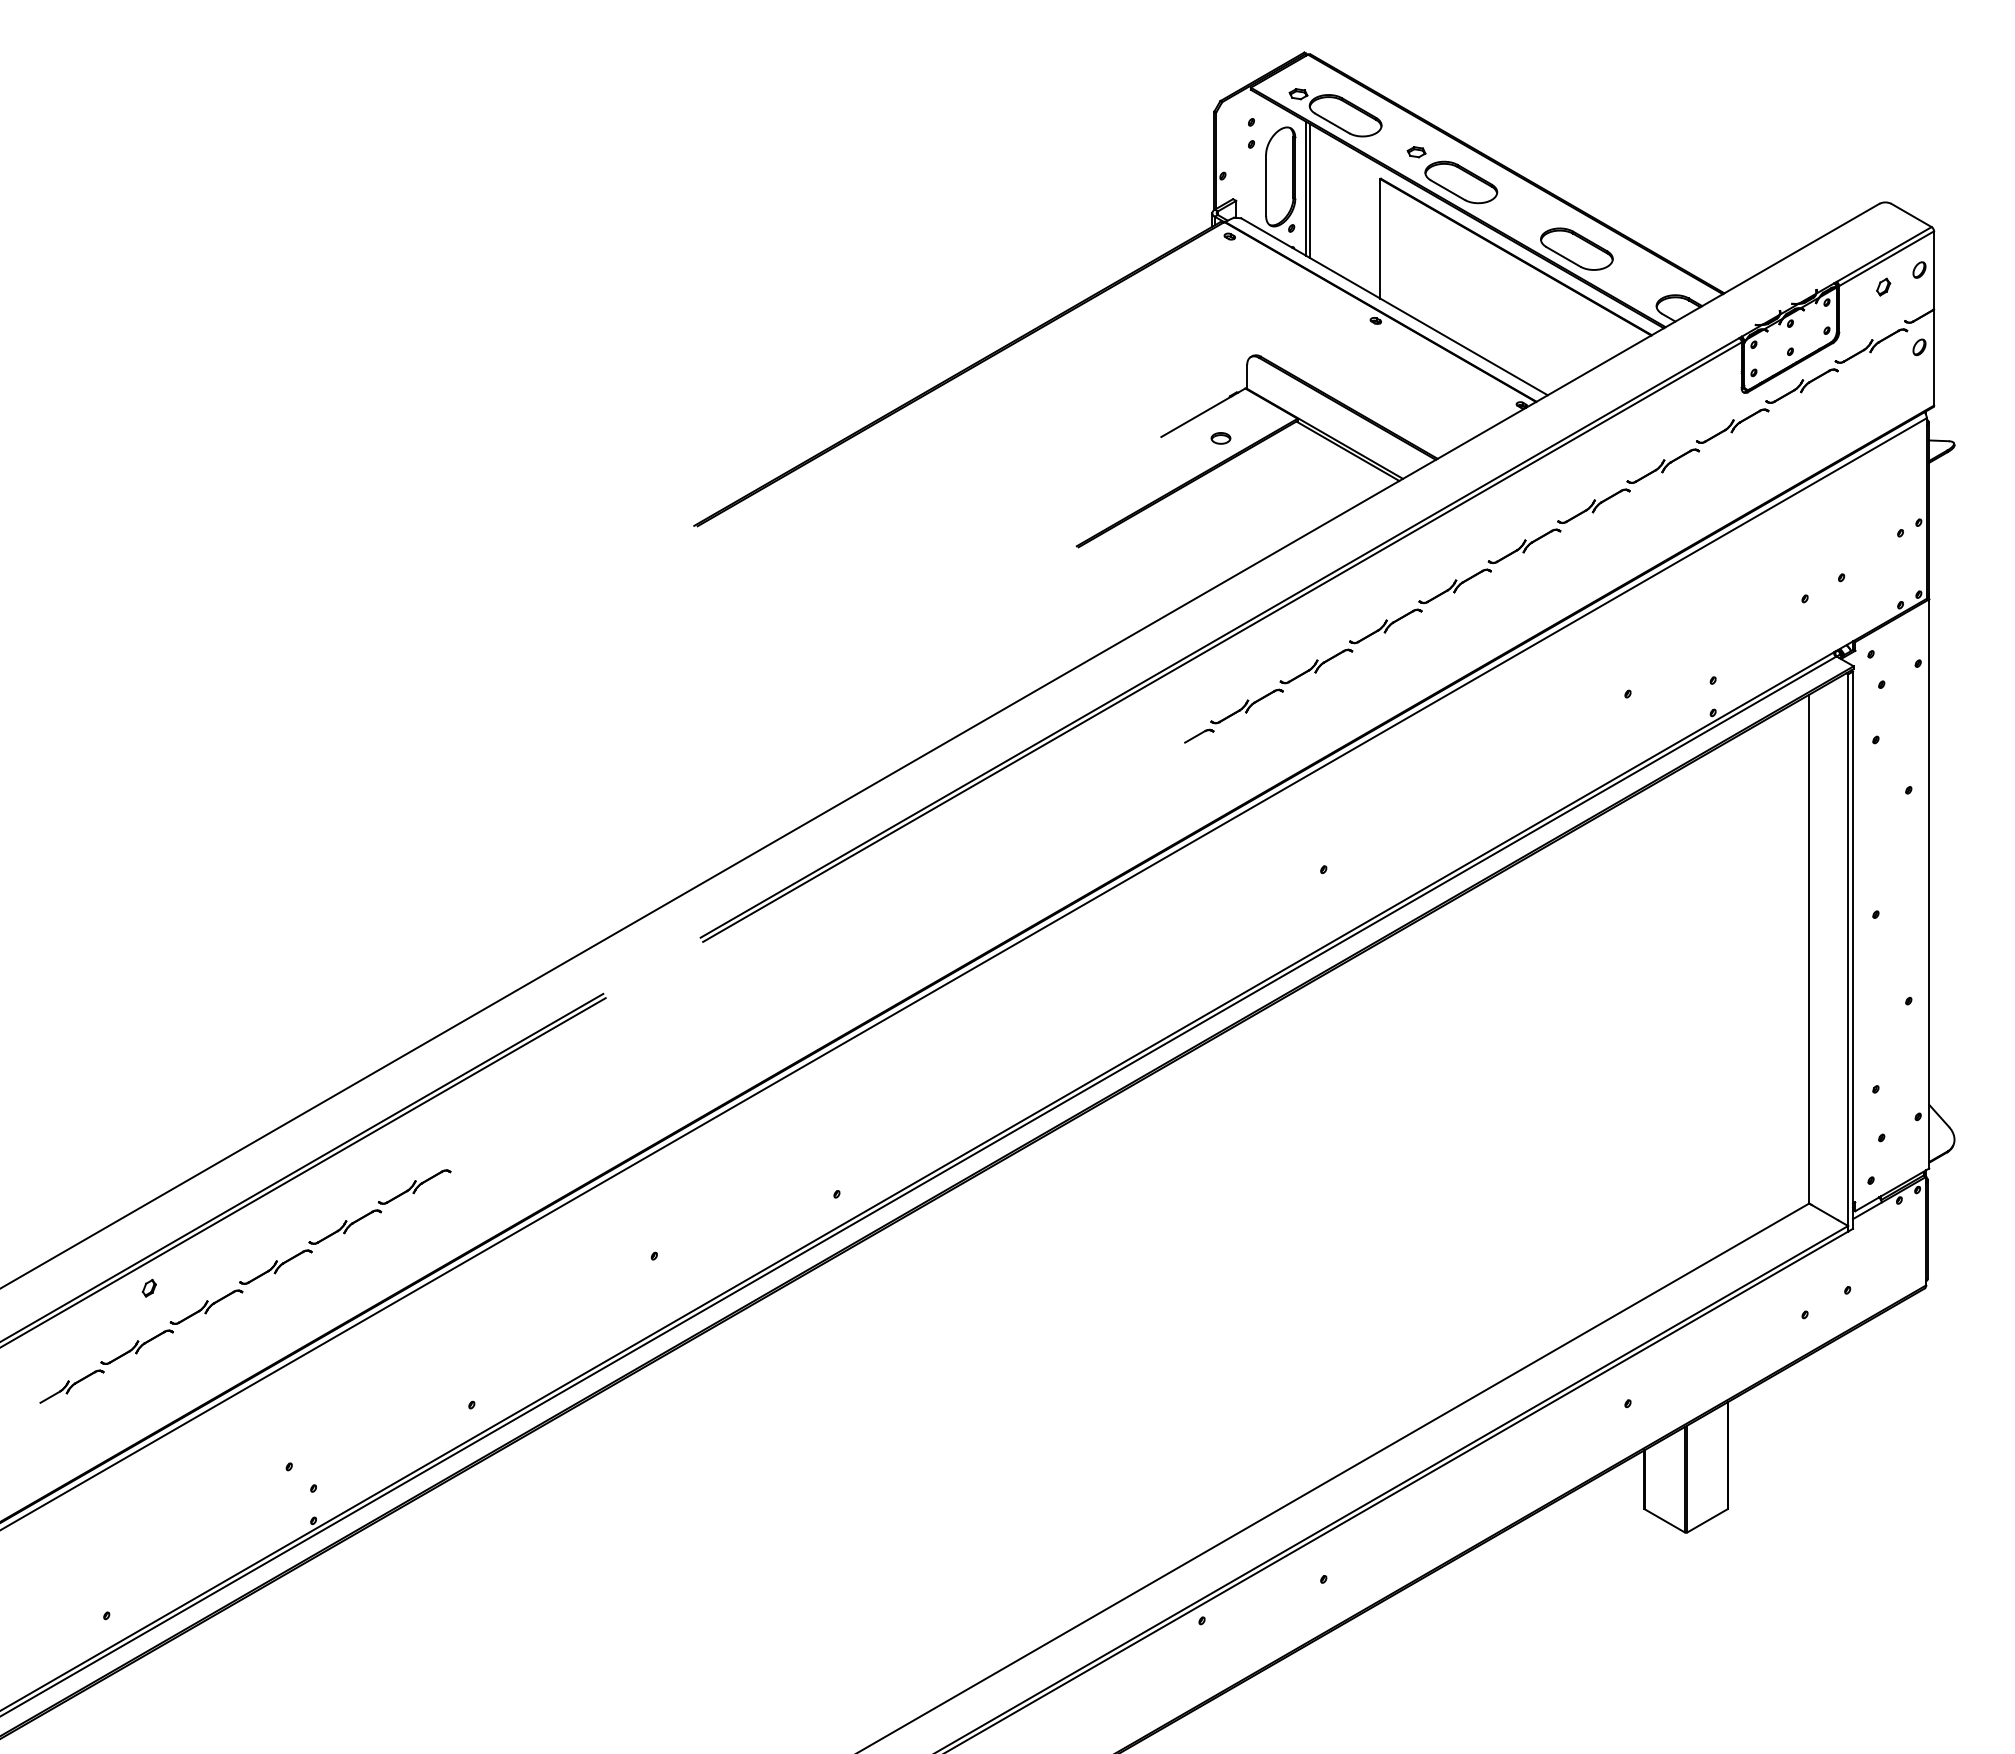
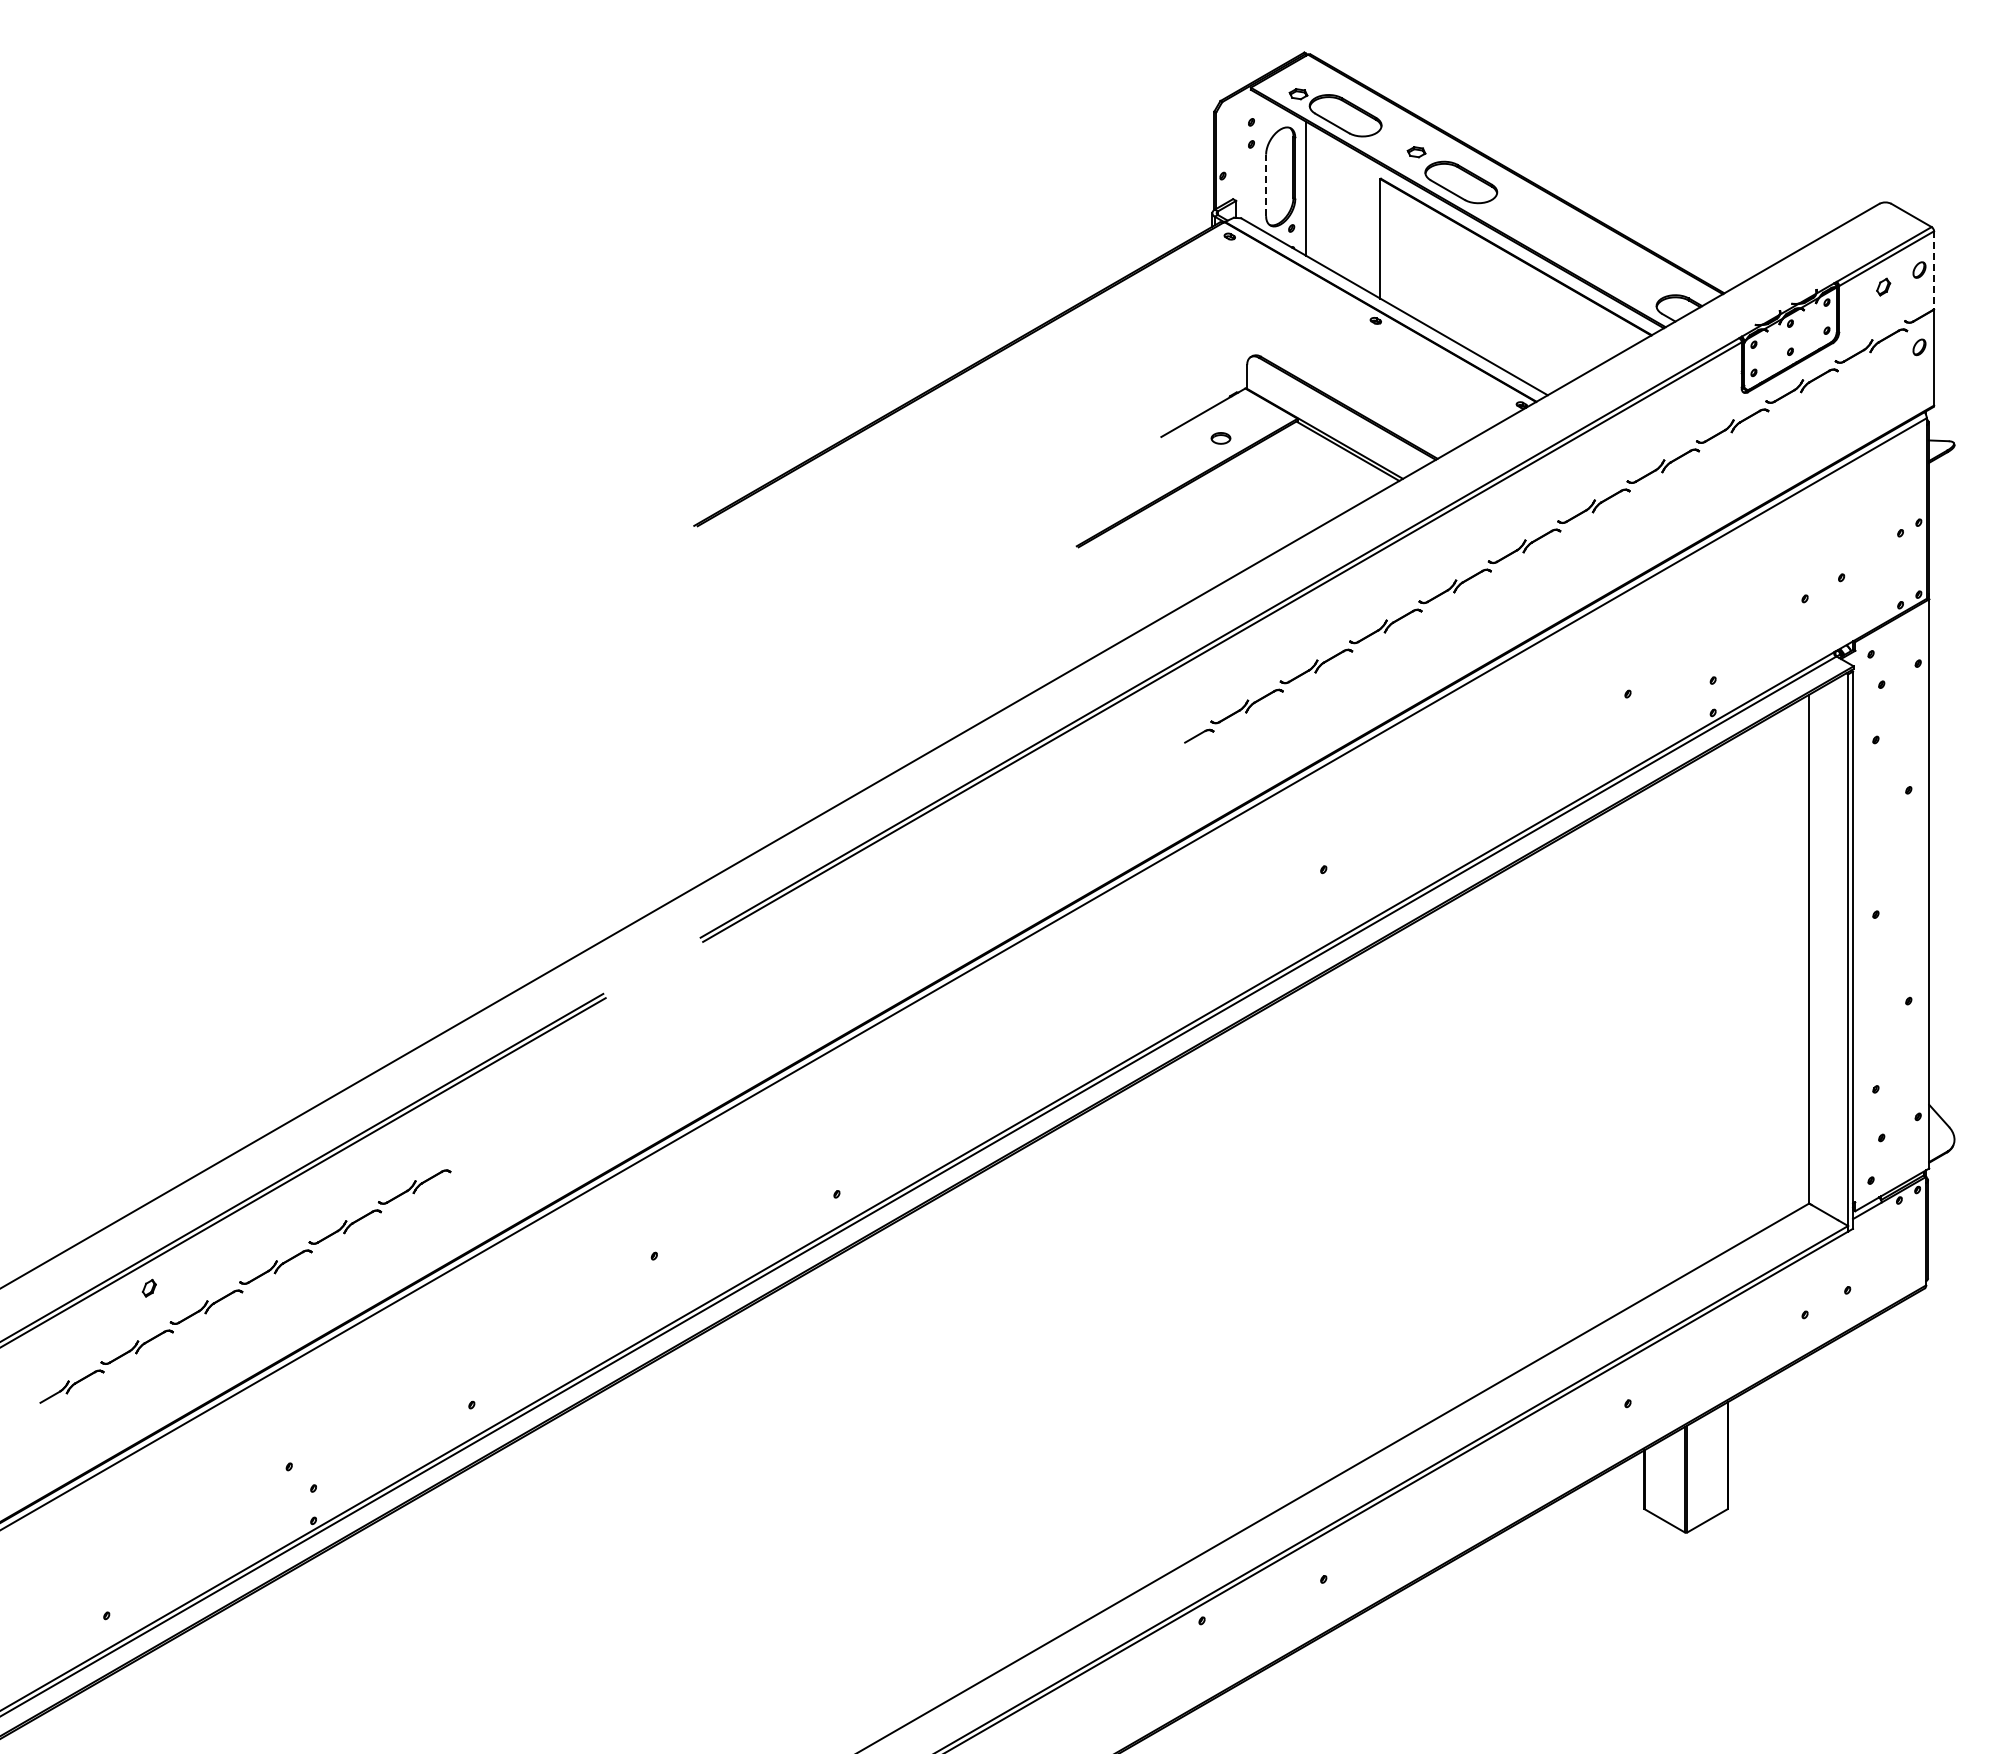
line at (1266, 185): solid -> dashed
line at (1309, 190): present -> none
part at (1576, 248): present -> none
line at (1934, 270): solid -> dashed
